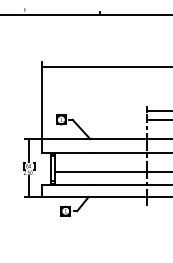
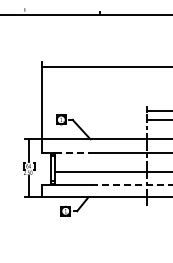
line at (73, 152): solid -> dashed
line at (132, 185): solid -> dashed
